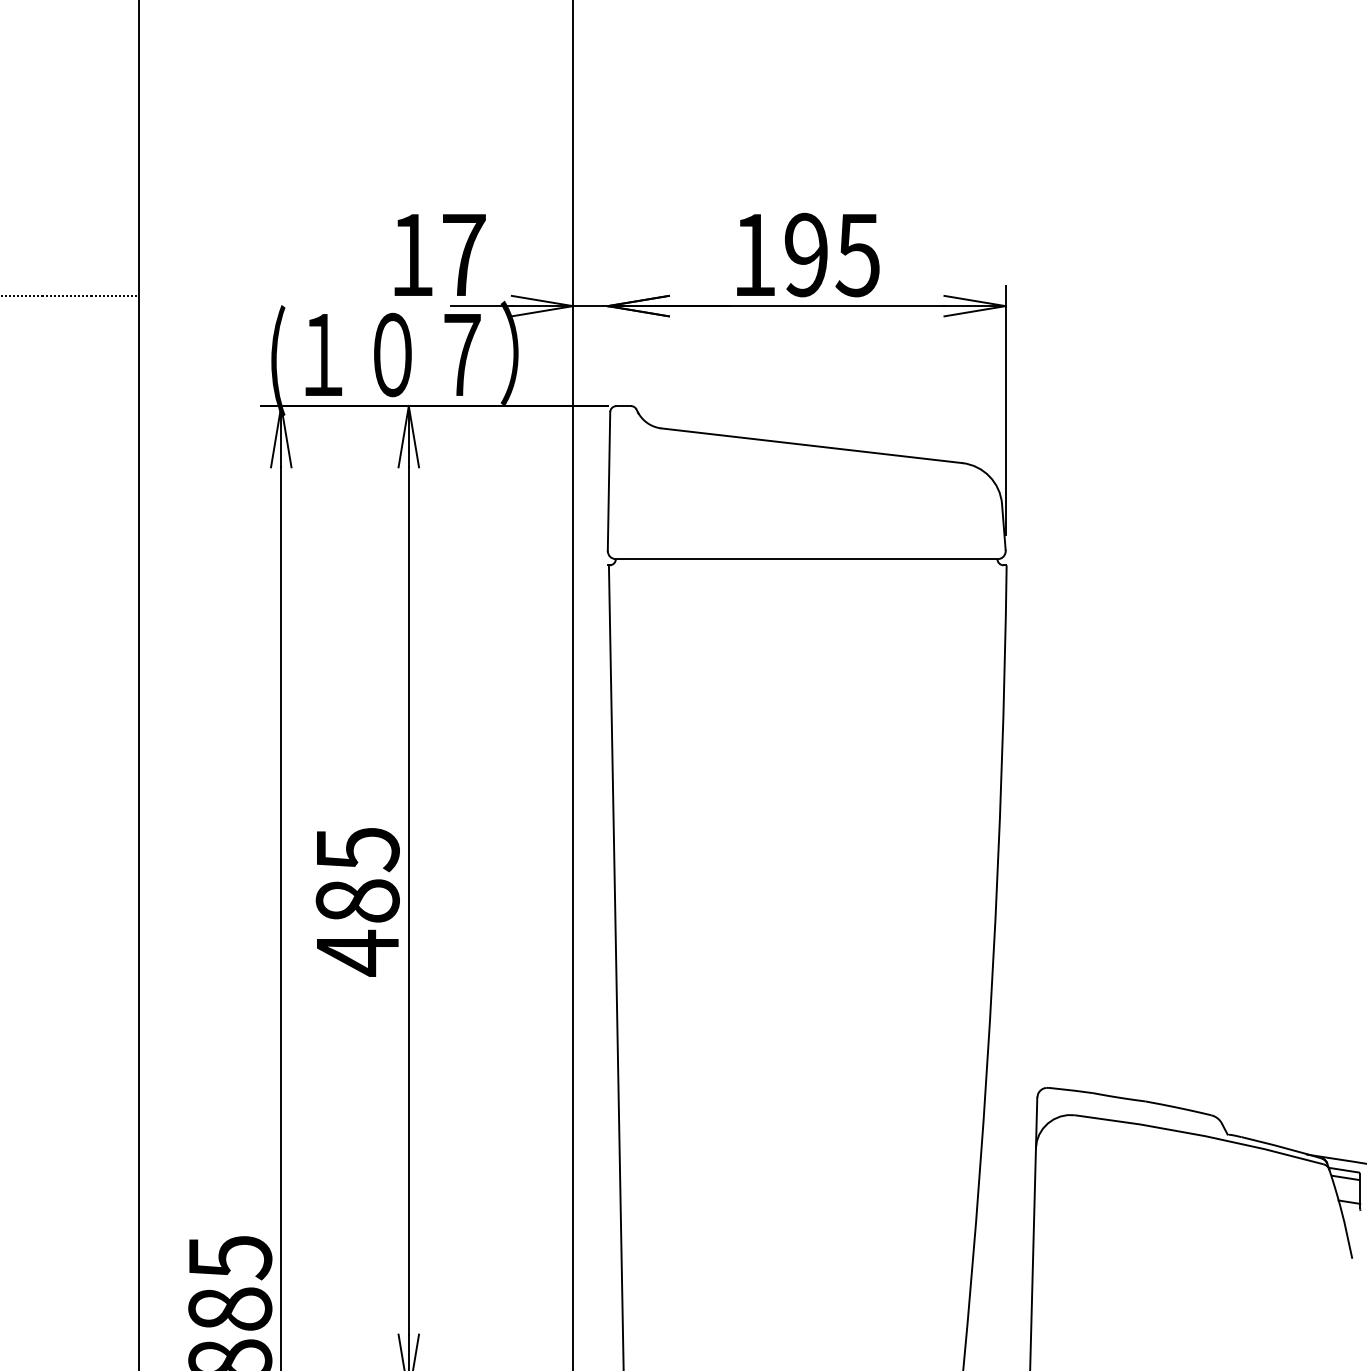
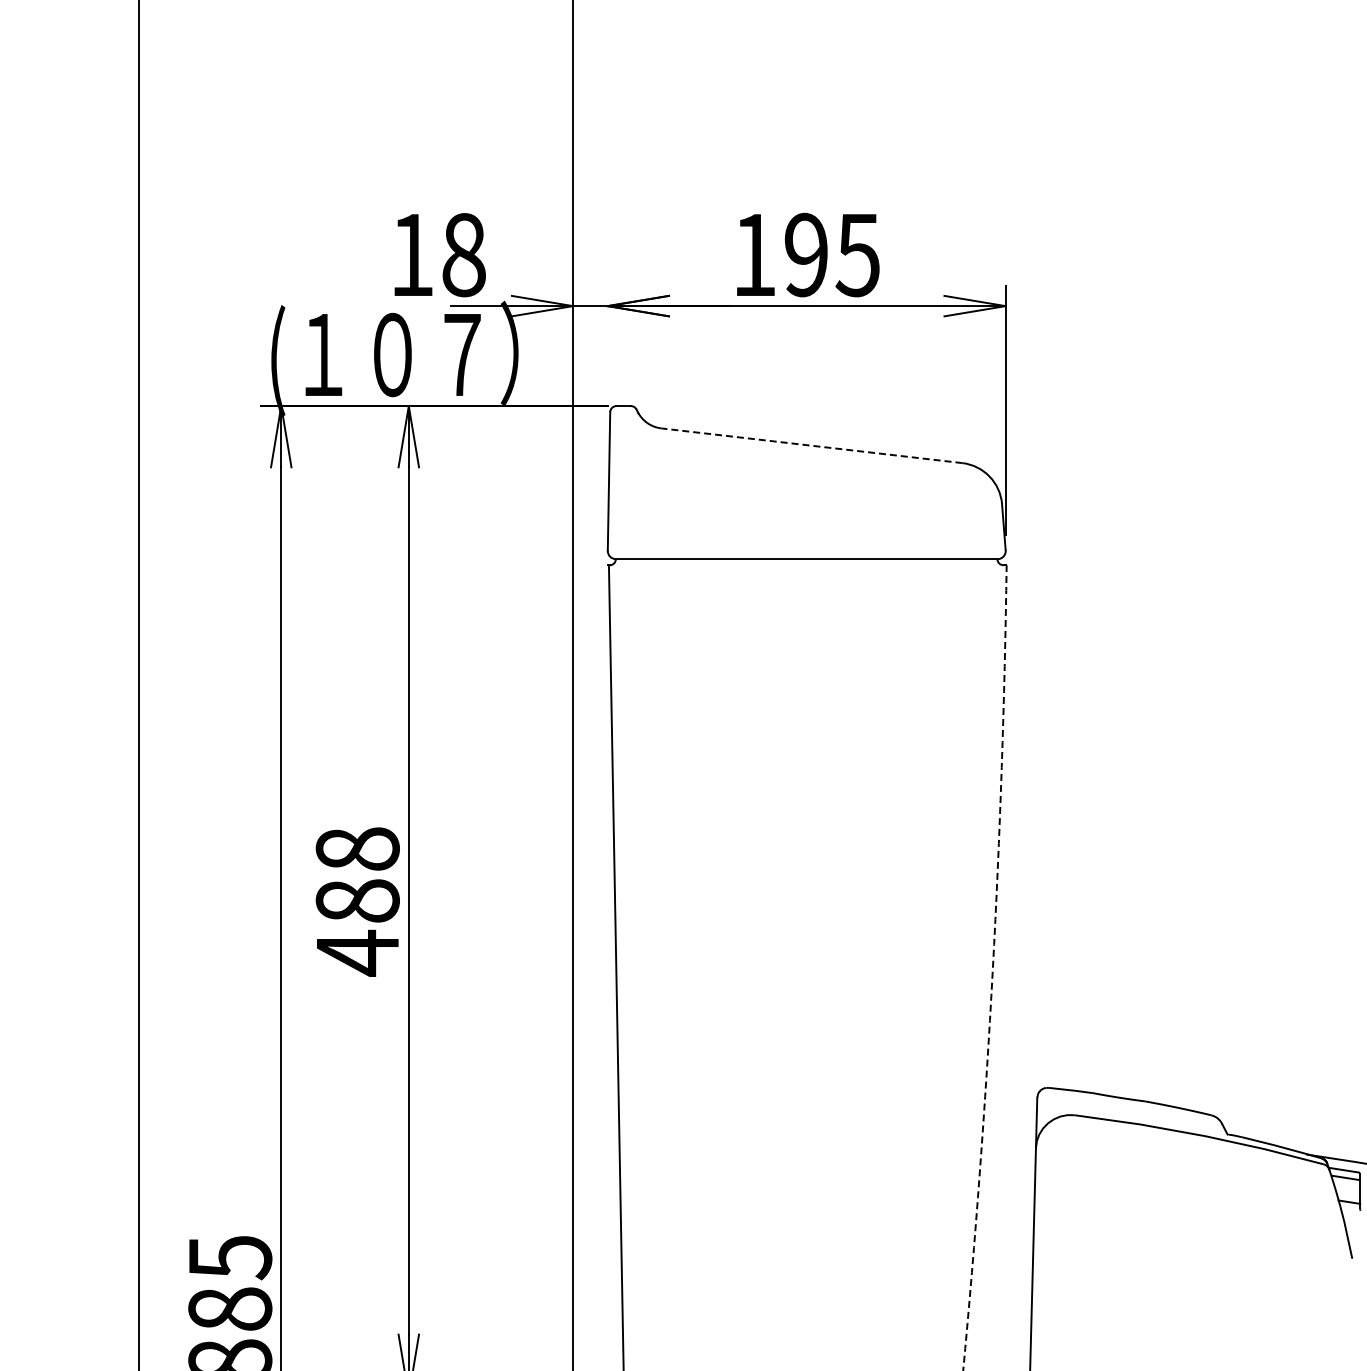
text at (463, 255): 17 -> 18
line at (70, 295): present -> none
line at (811, 445): solid -> dashed
text at (357, 849): 485 -> 488
arc at (992, 968): solid -> dashed
